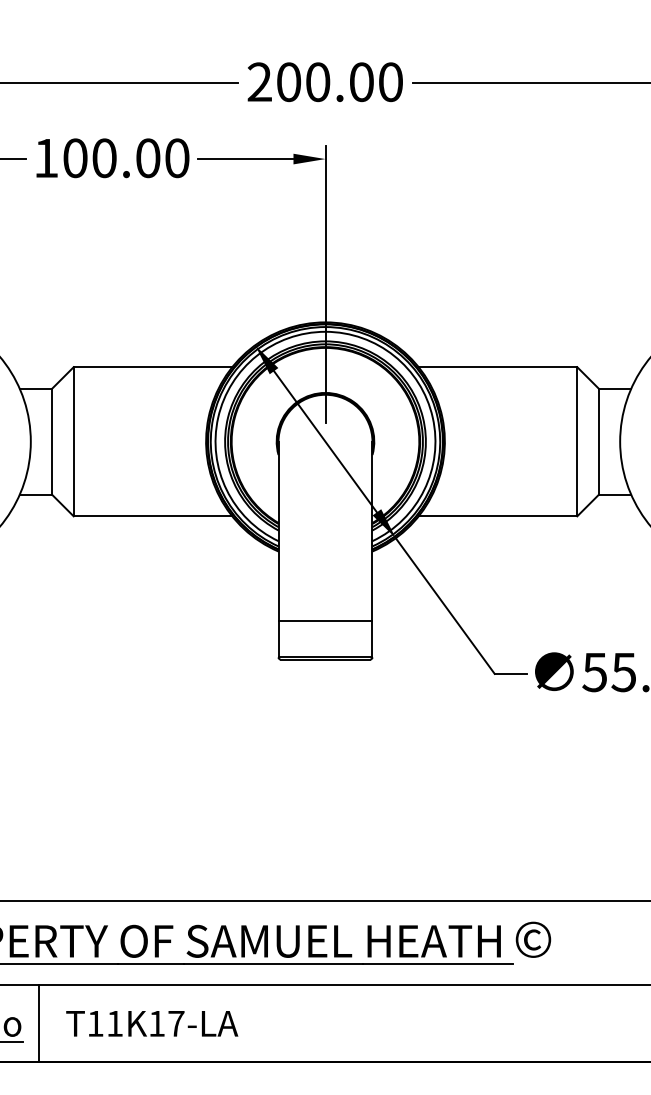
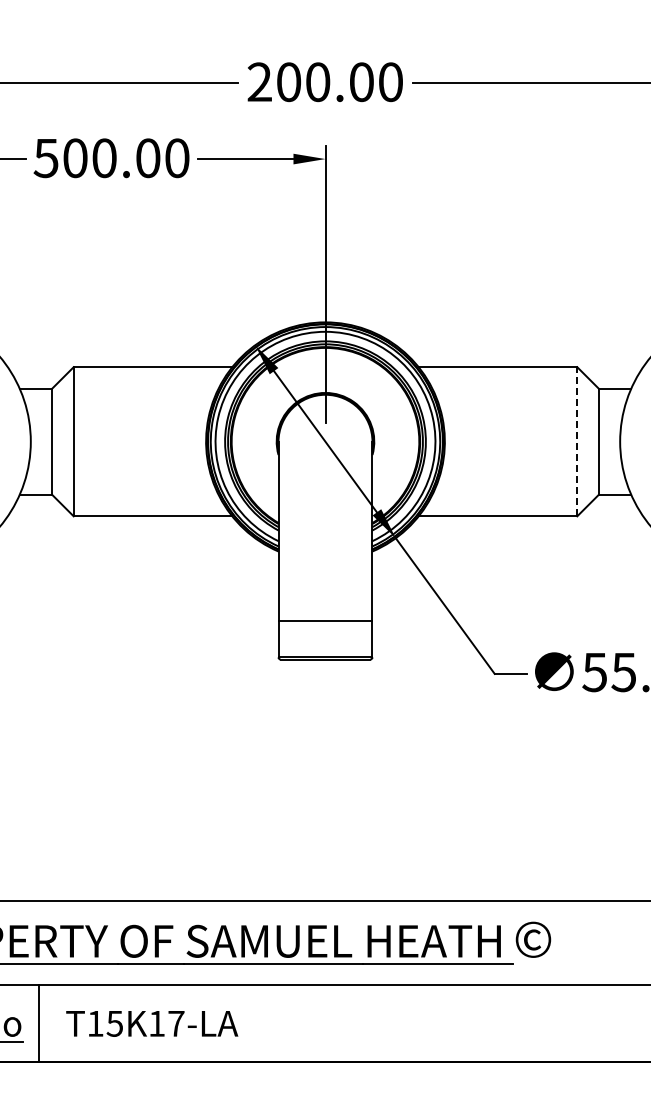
text at (45, 158): 100.00 -> 500.00
line at (577, 441): solid -> dashed
text at (114, 1023): T11K17-LA -> T15K17-LA
